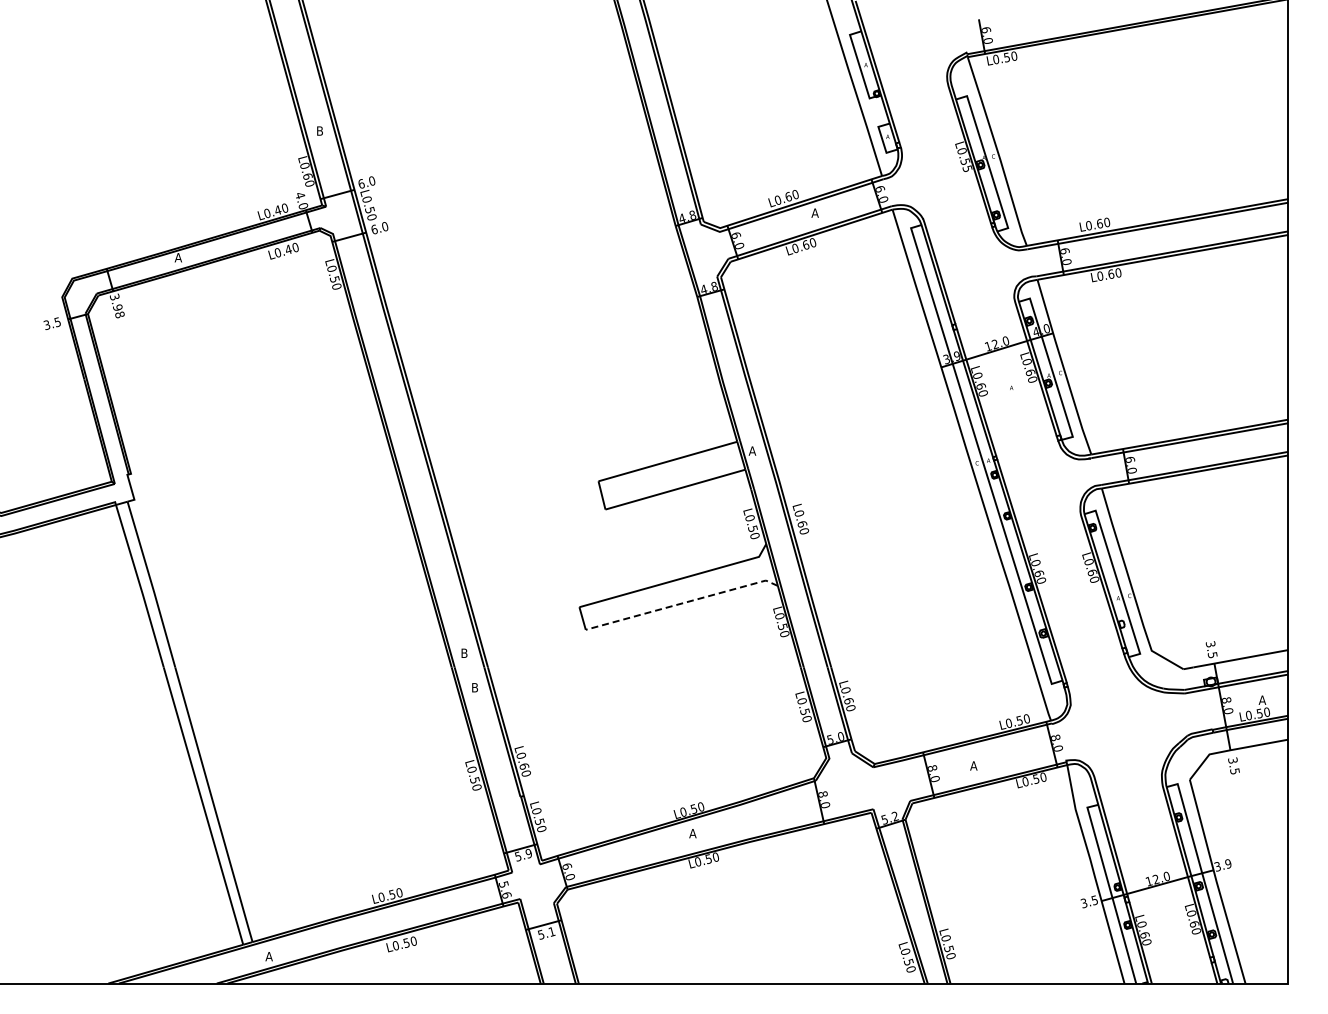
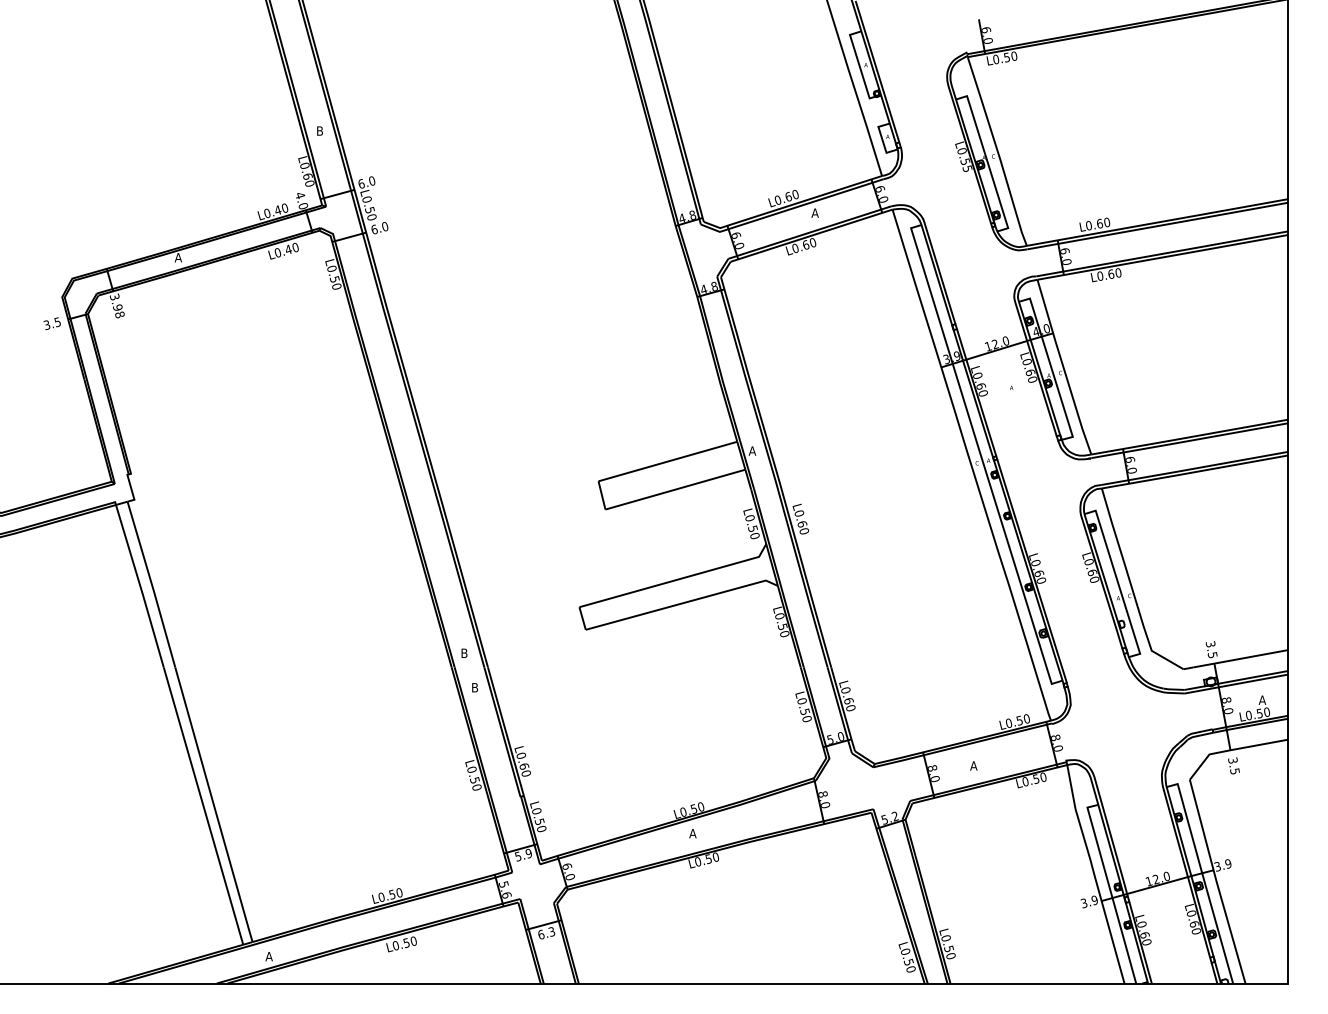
line at (683, 603): dashed -> solid
text at (1094, 900): 3.5 -> 3.9
text at (546, 933): 5.1 -> 6.3
